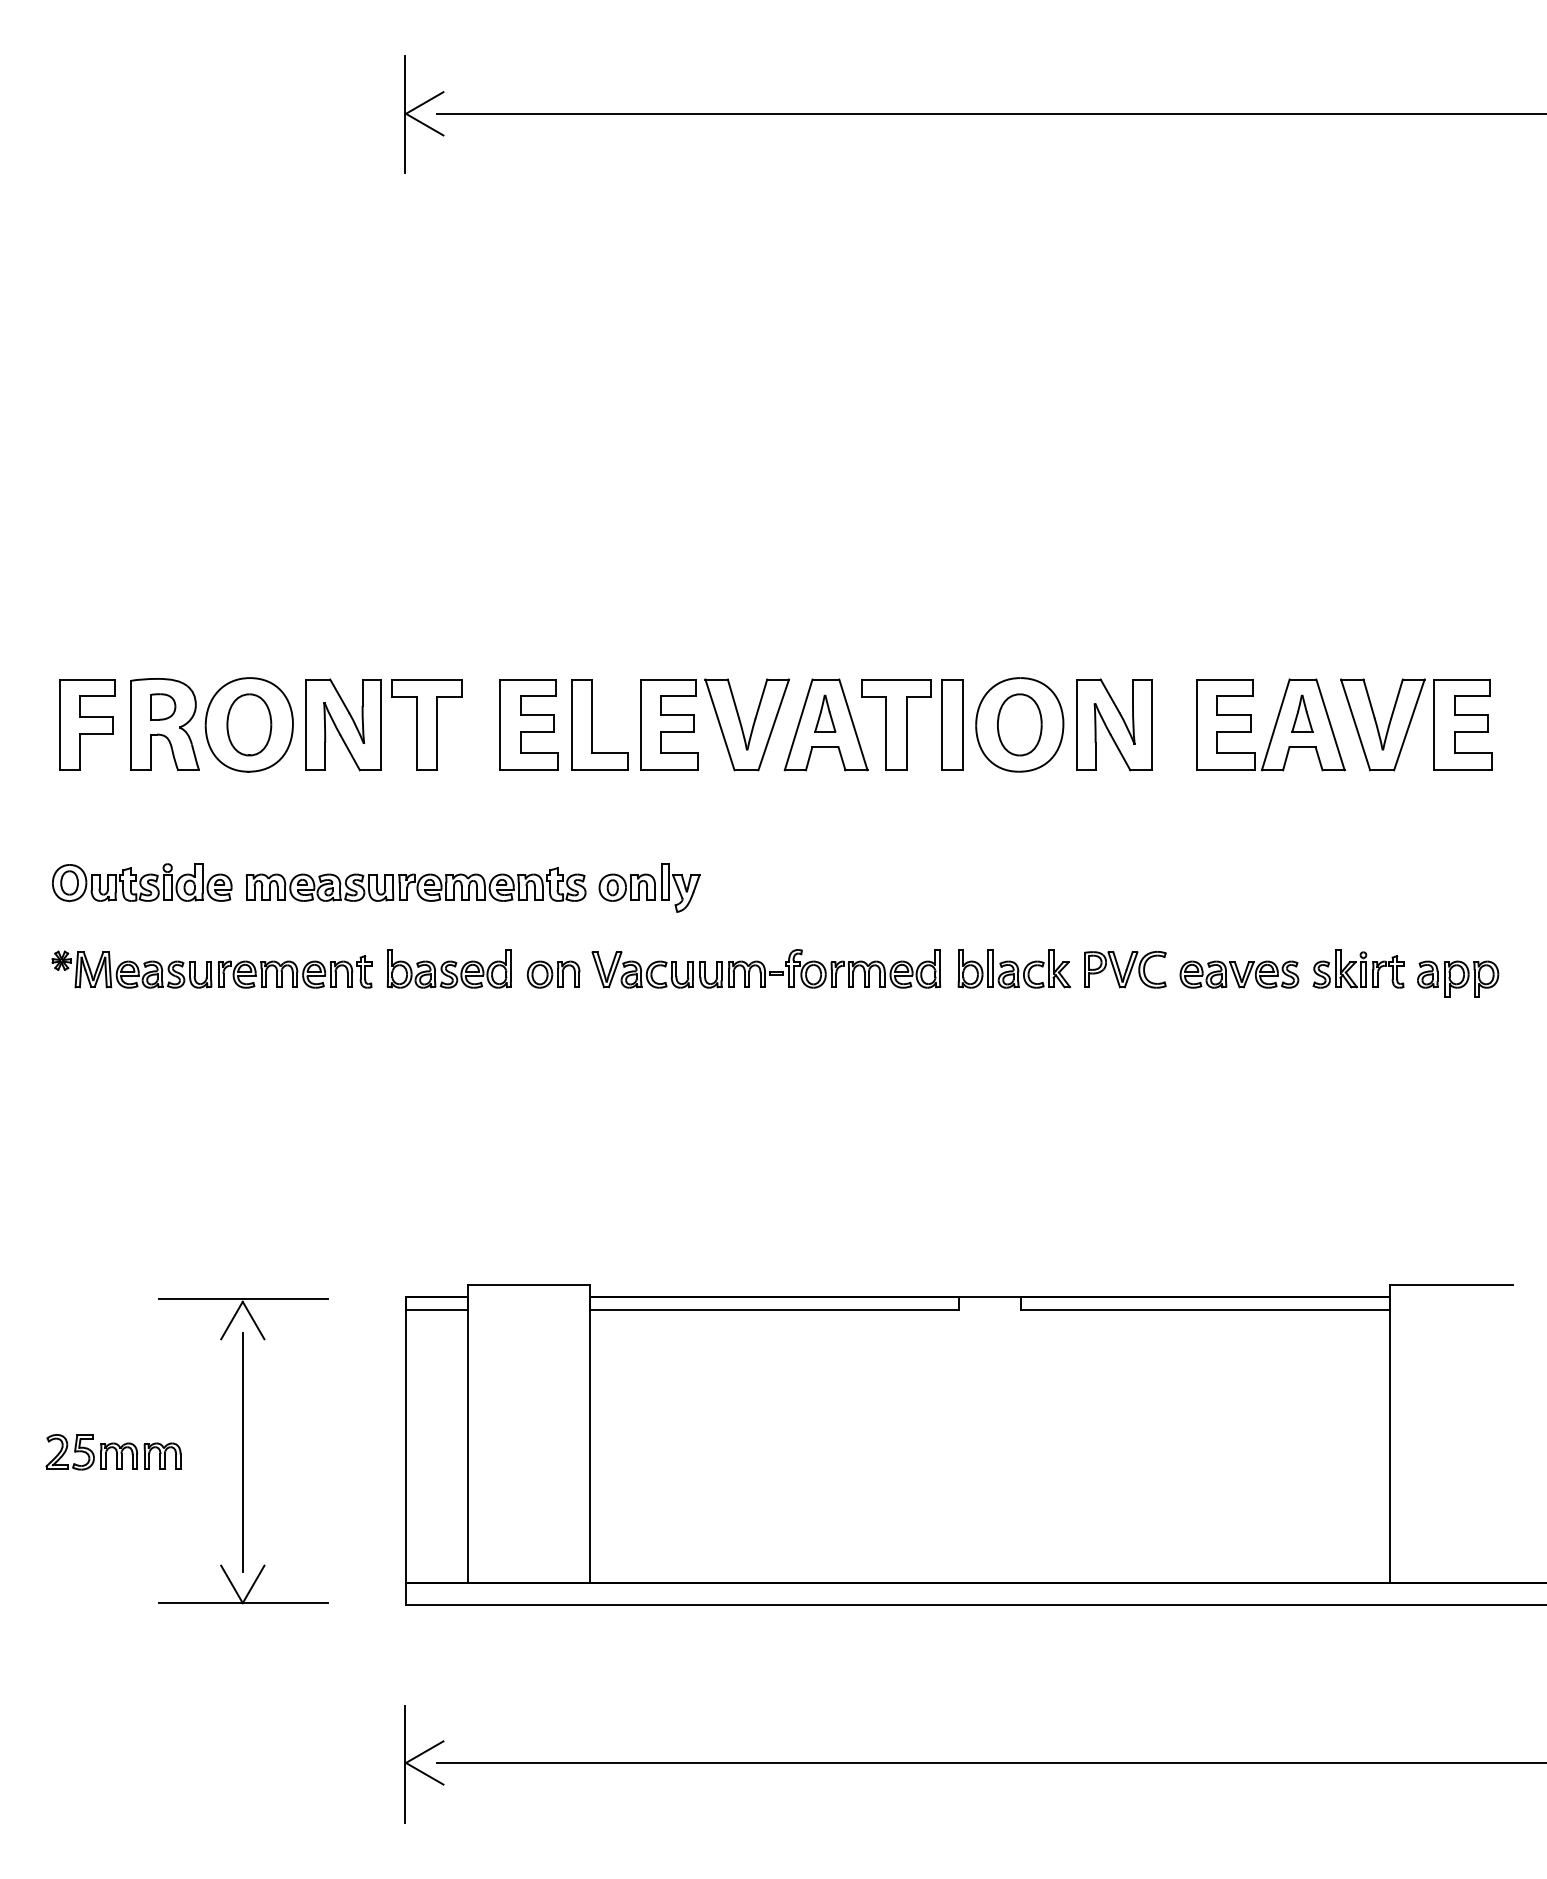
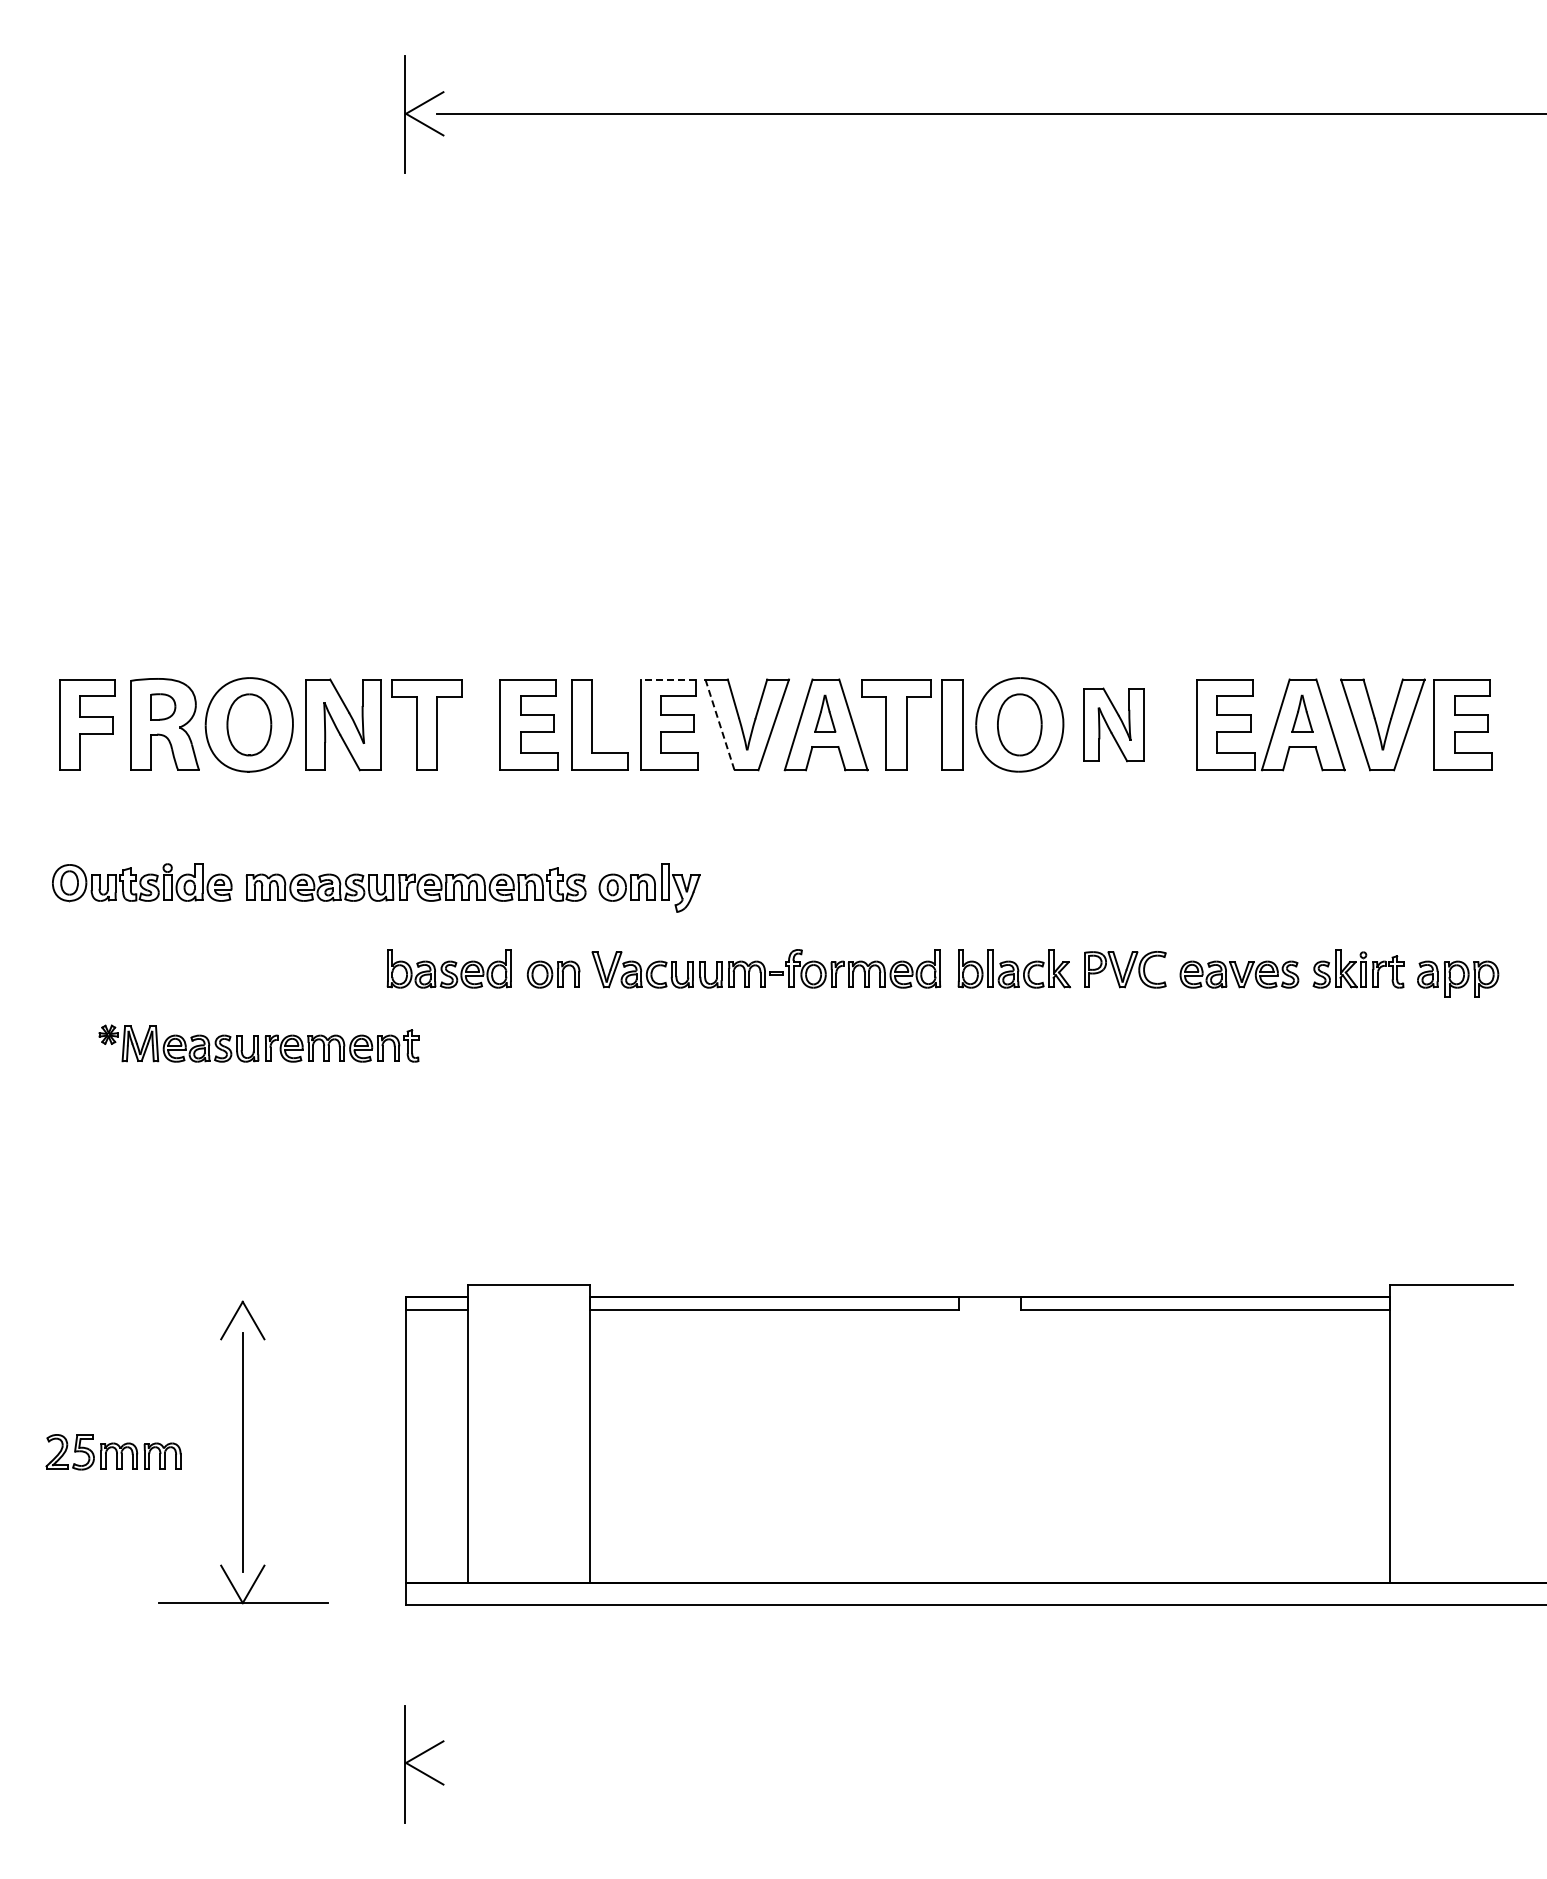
line at (668, 679): solid -> dashed
line at (720, 724): solid -> dashed
part at (1114, 724) size: 77x94 px -> 62x76 px
part at (211, 969) position: (211, 969) -> (258, 1043)
line at (243, 1298): present -> none
line at (990, 1762): present -> none
